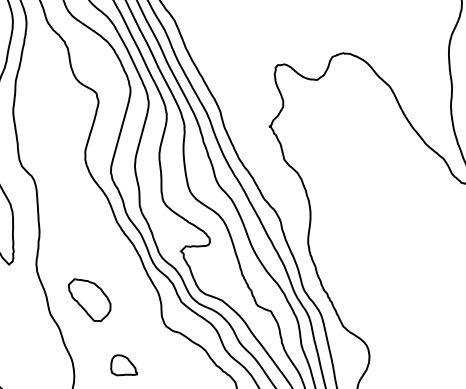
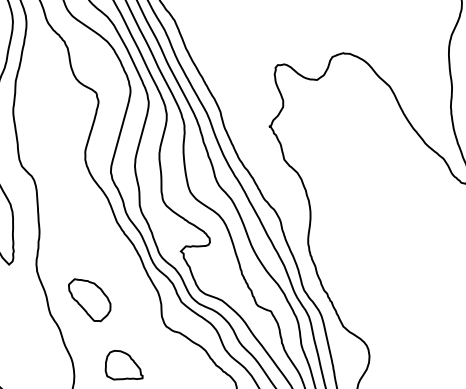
part at (123, 365) size: 28x23 px -> 40x31 px
